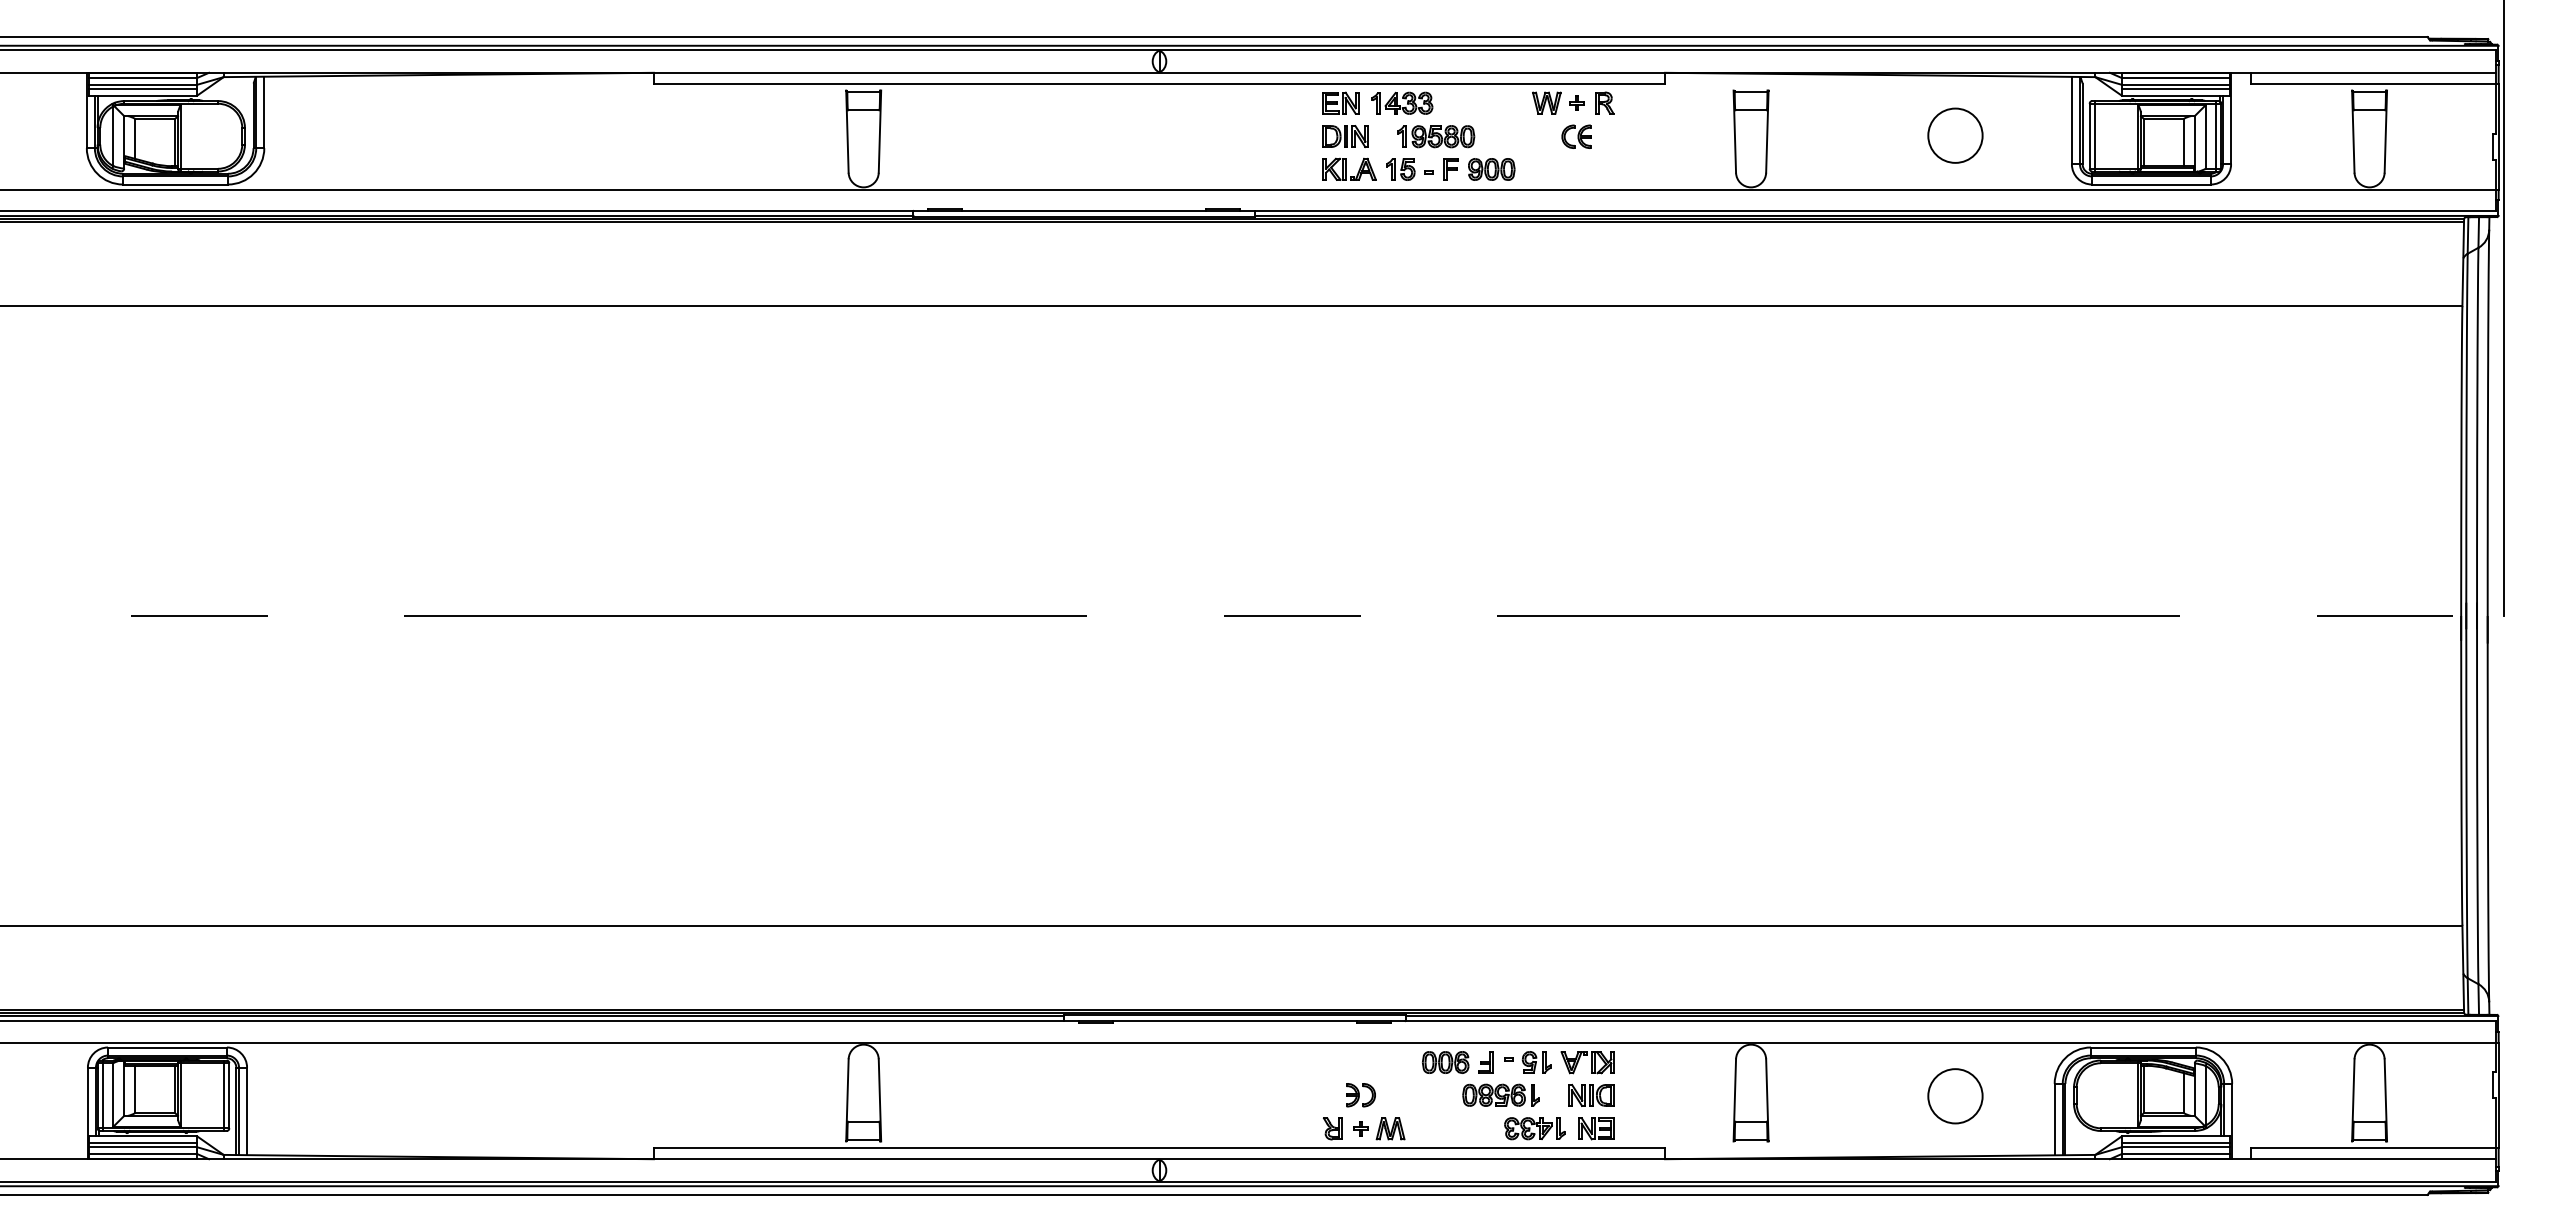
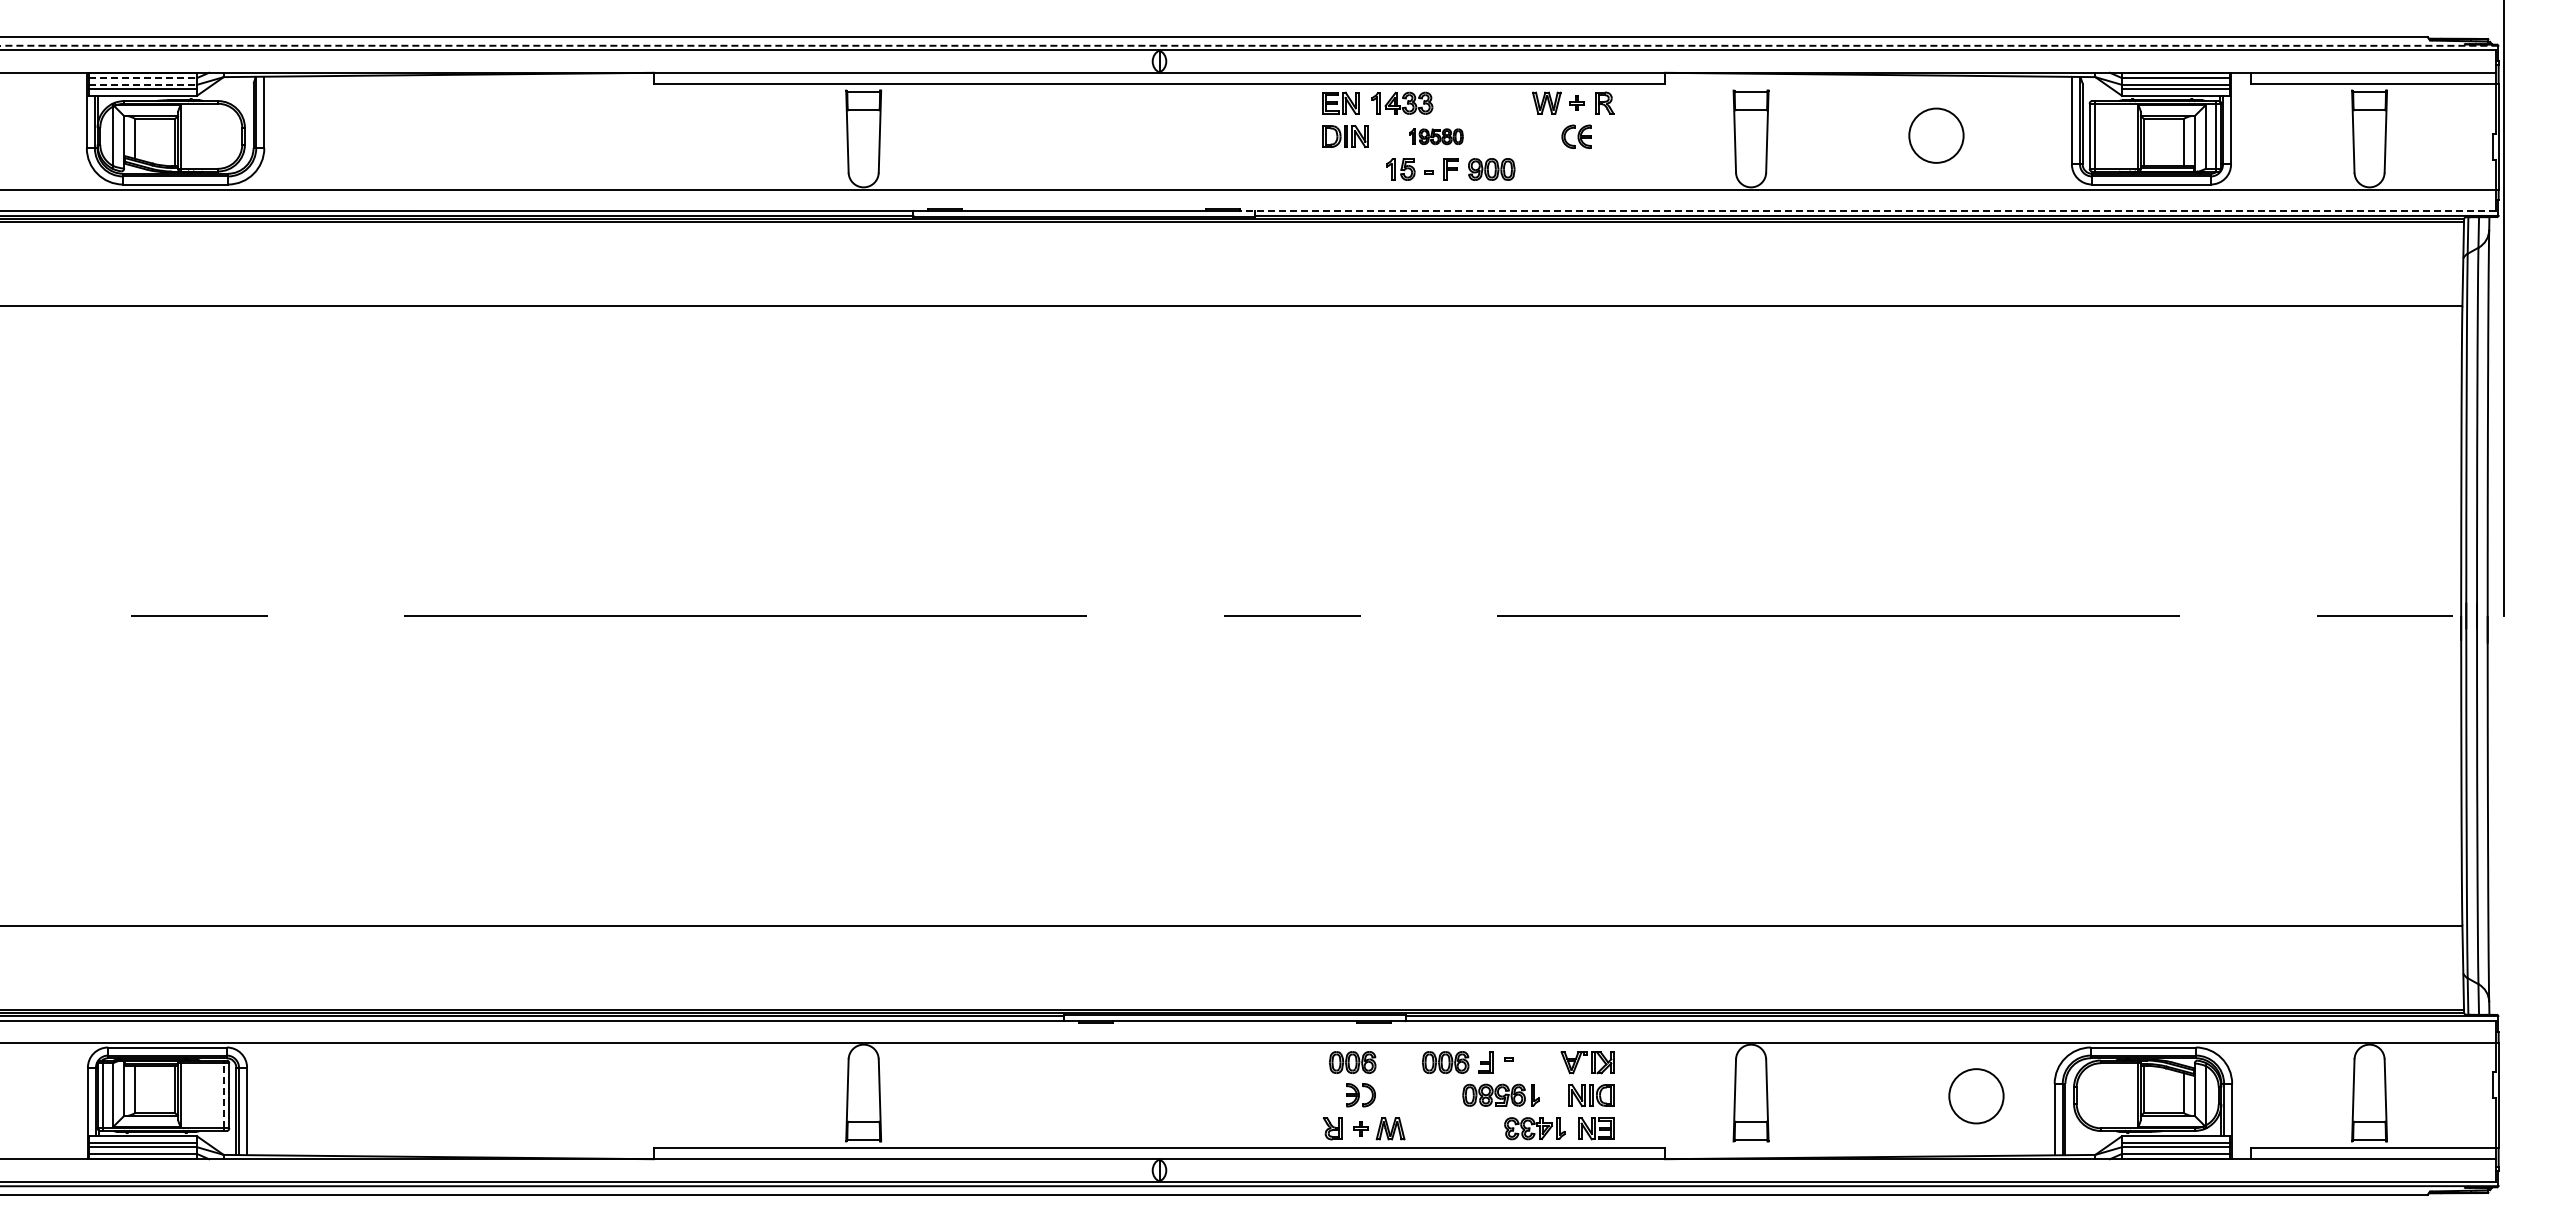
line at (1249, 45): solid -> dashed
line at (143, 78): solid -> dashed
line at (143, 84): solid -> dashed
circle at (1955, 135) position: (1955, 135) -> (1936, 135)
part at (1436, 136) size: 79x24 px -> 55x18 px
part at (1349, 168): present -> none
line at (1868, 211): solid -> dashed
part at (1352, 1062): none -> present
part at (1536, 1062): present -> none
line at (223, 1095): solid -> dashed
circle at (1955, 1096) position: (1955, 1096) -> (1976, 1096)
